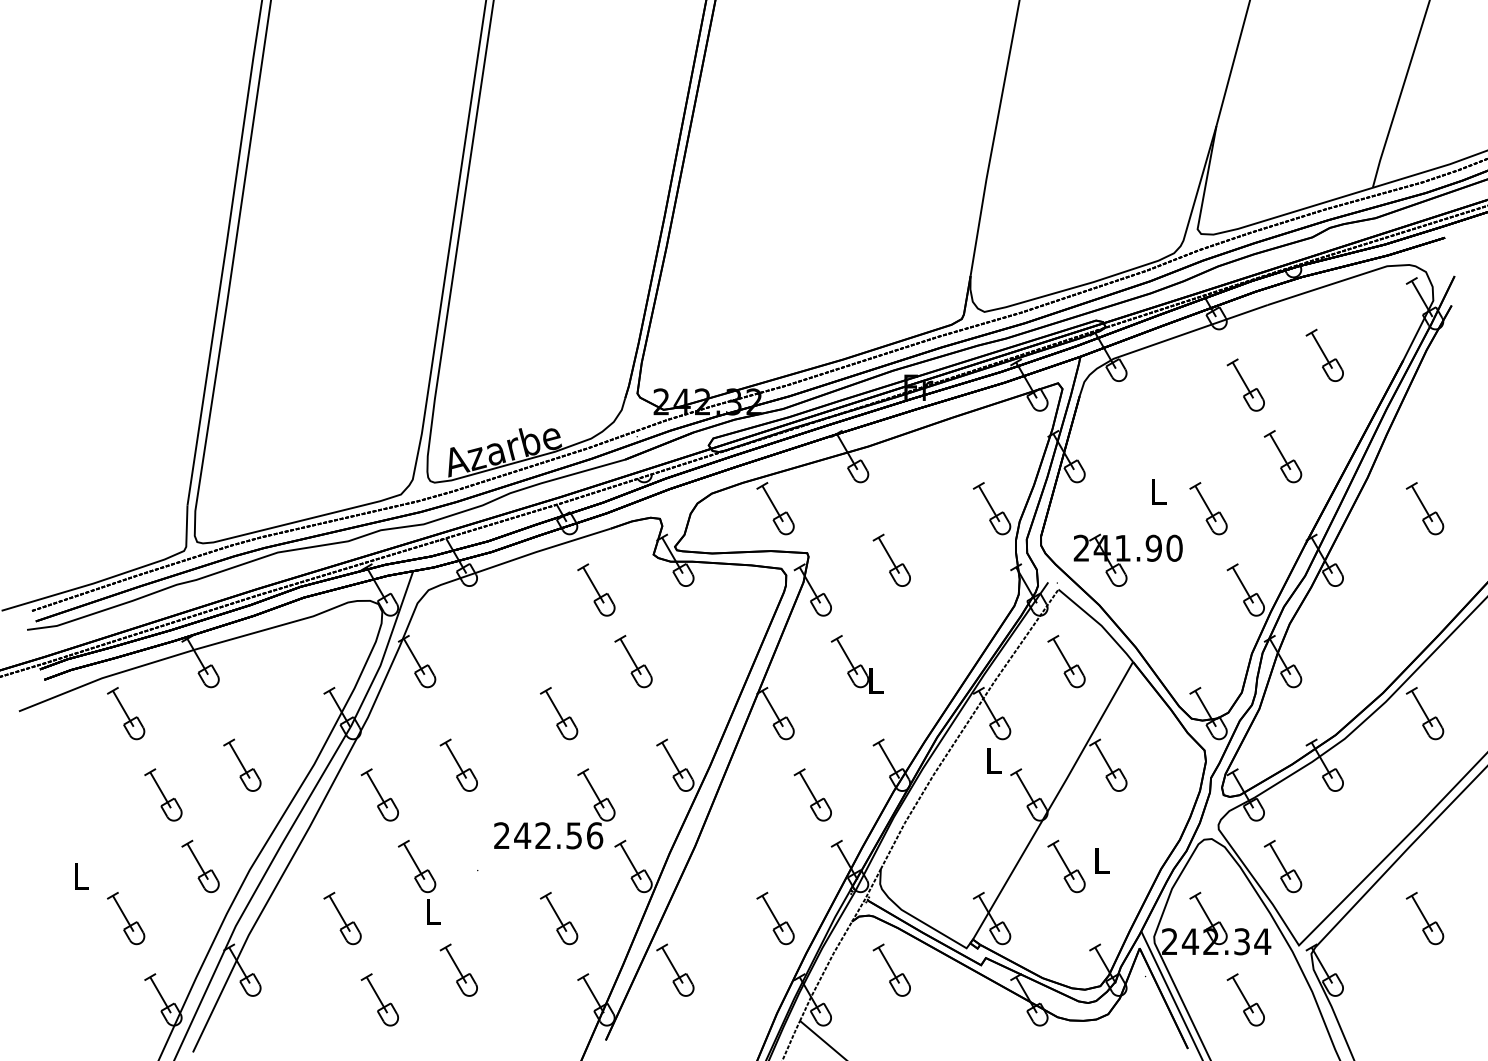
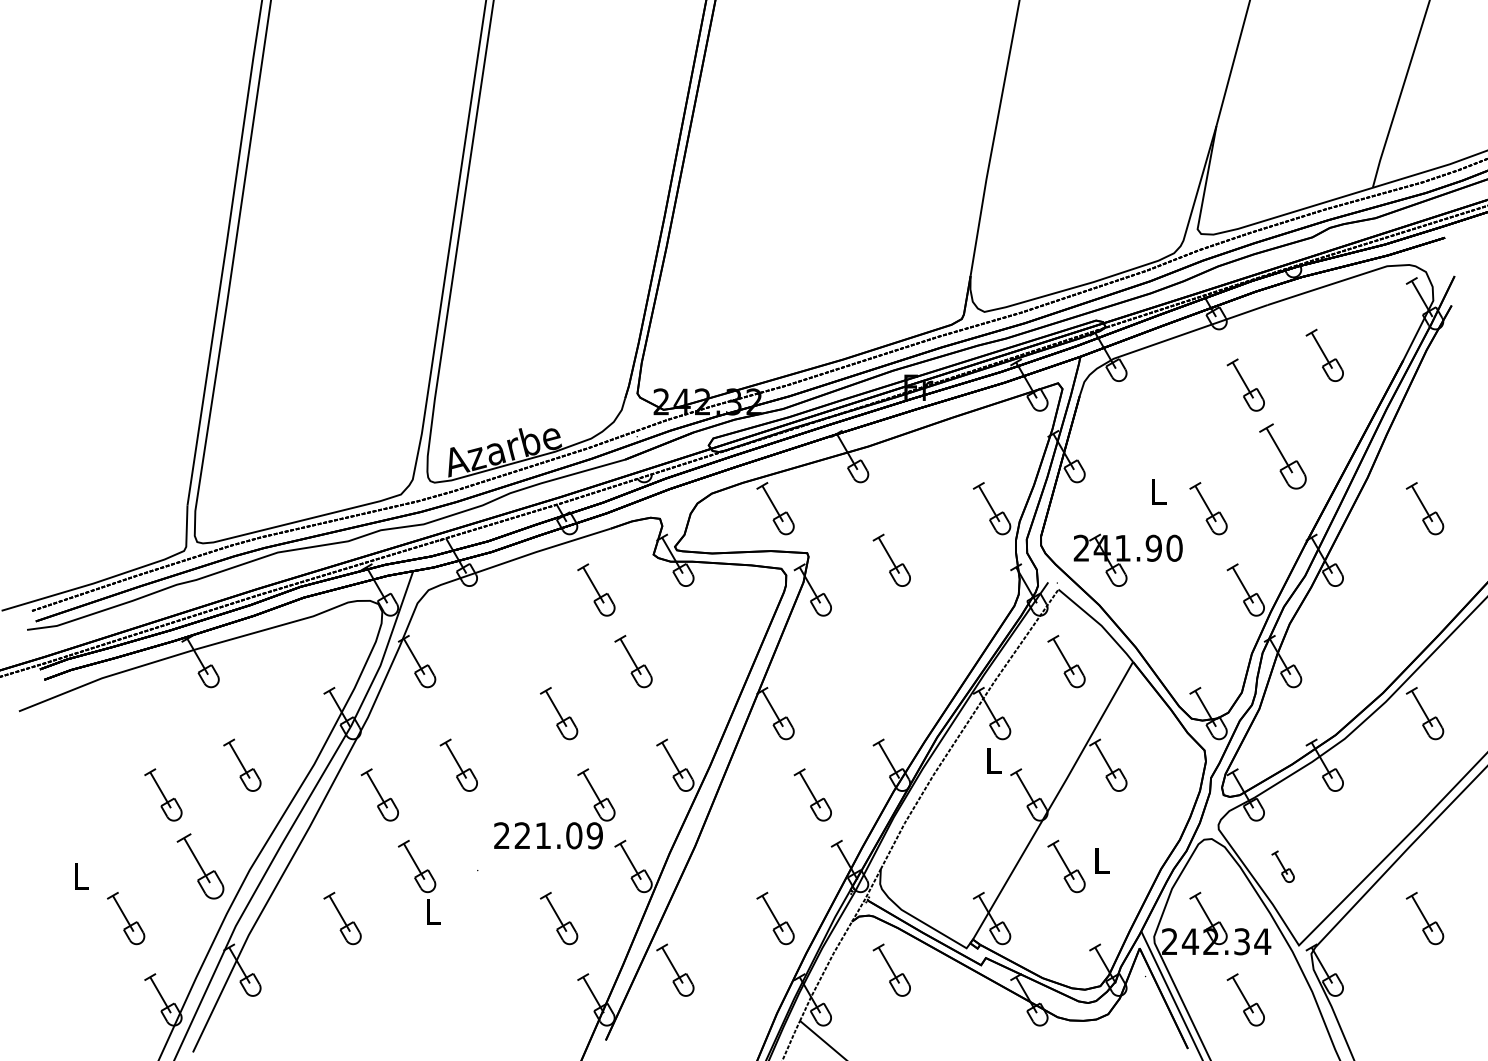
part at (1282, 456) size: 40x54 px -> 48x67 px
part at (856, 664): present -> none
part at (126, 713): present -> none
text at (558, 835): 242.56 -> 221.09
part at (200, 866) size: 39x55 px -> 49x67 px
part at (1282, 866) size: 40x54 px -> 24x33 px
part at (458, 969): present -> none
part at (379, 999): present -> none
